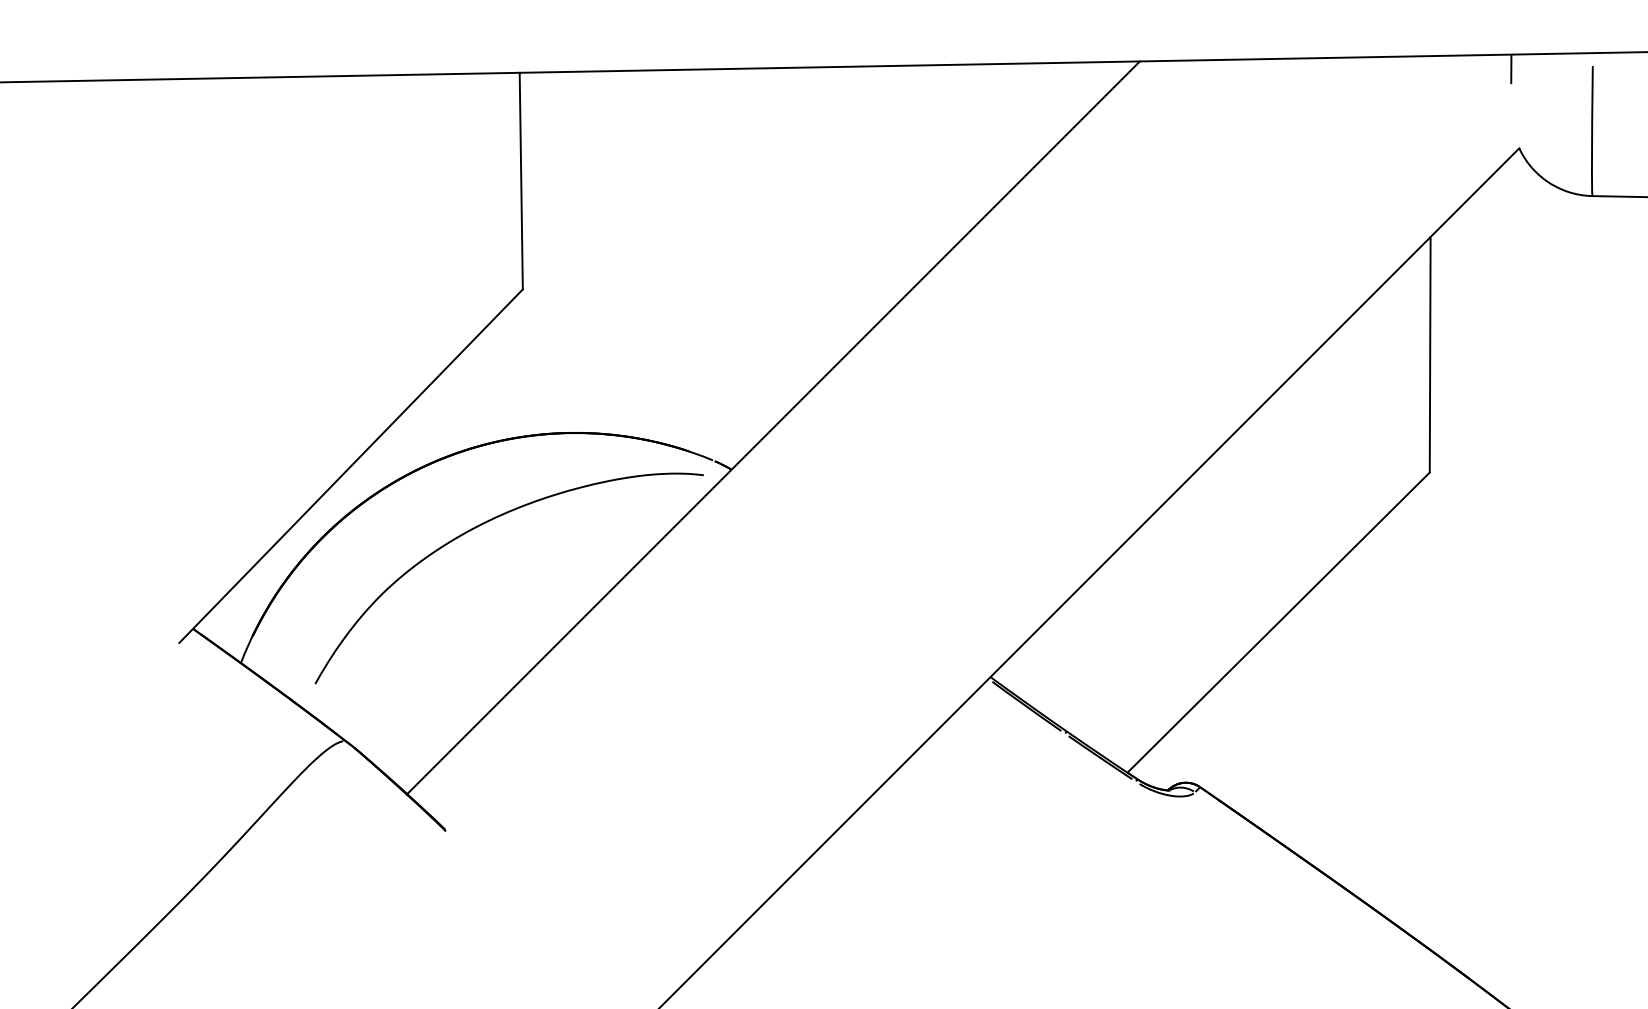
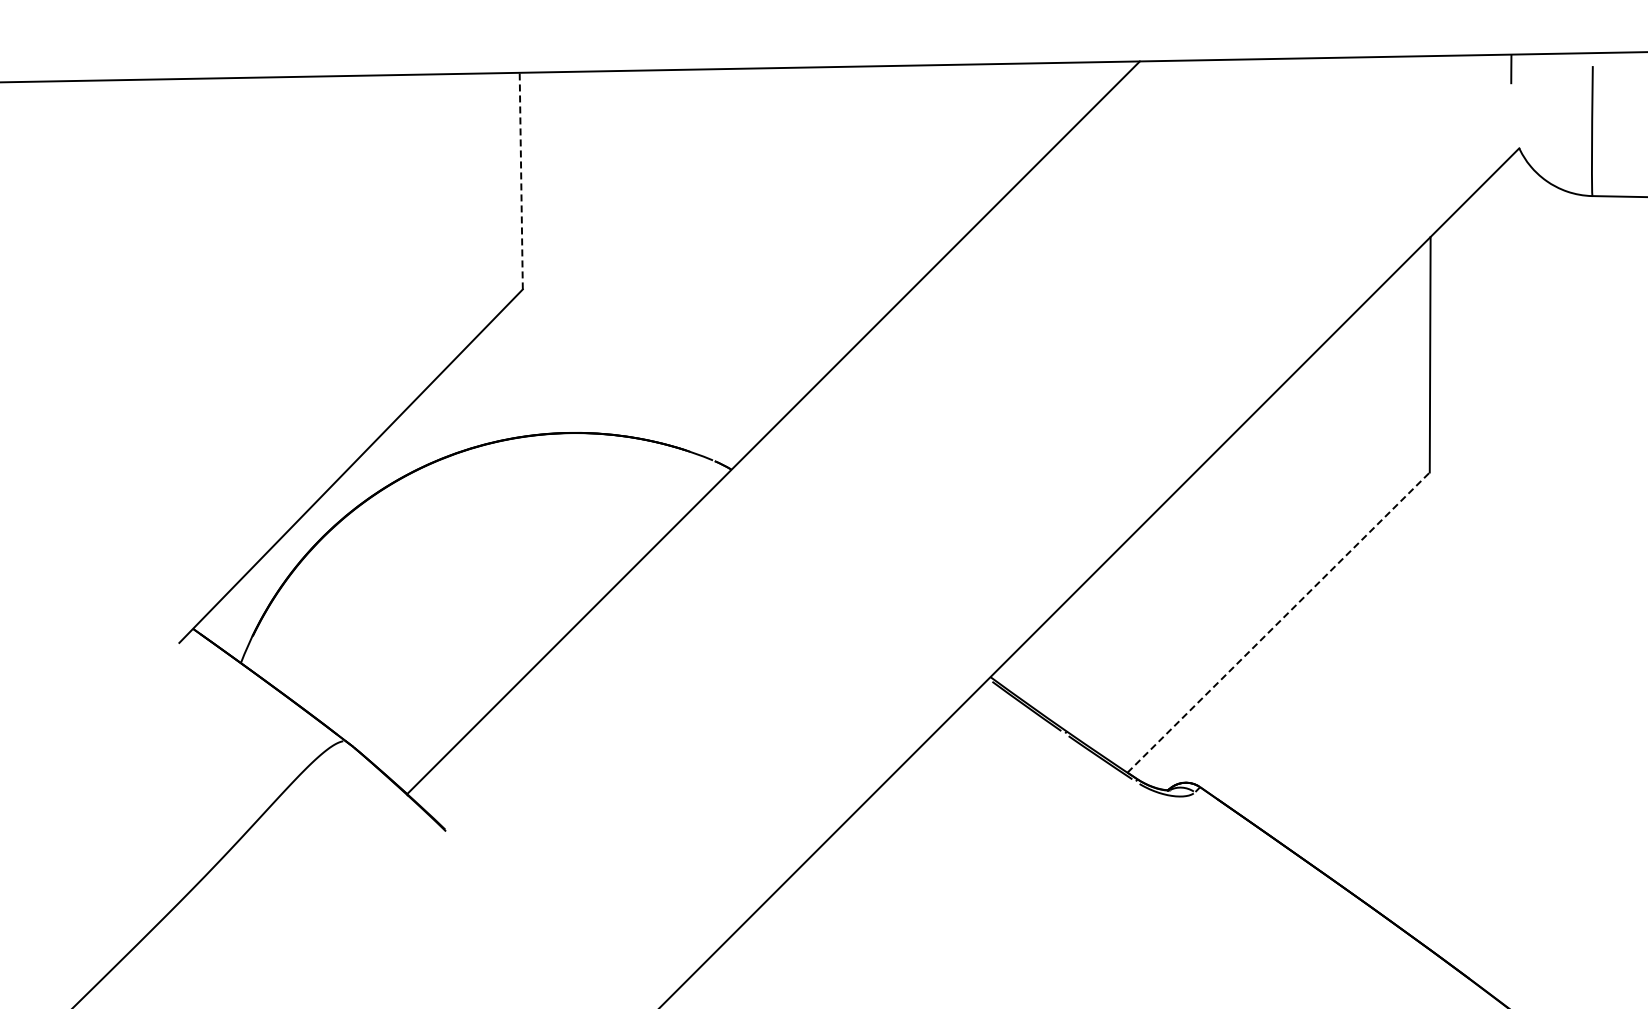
line at (521, 180): solid -> dashed
curve at (481, 525): present -> none
line at (1278, 622): solid -> dashed
